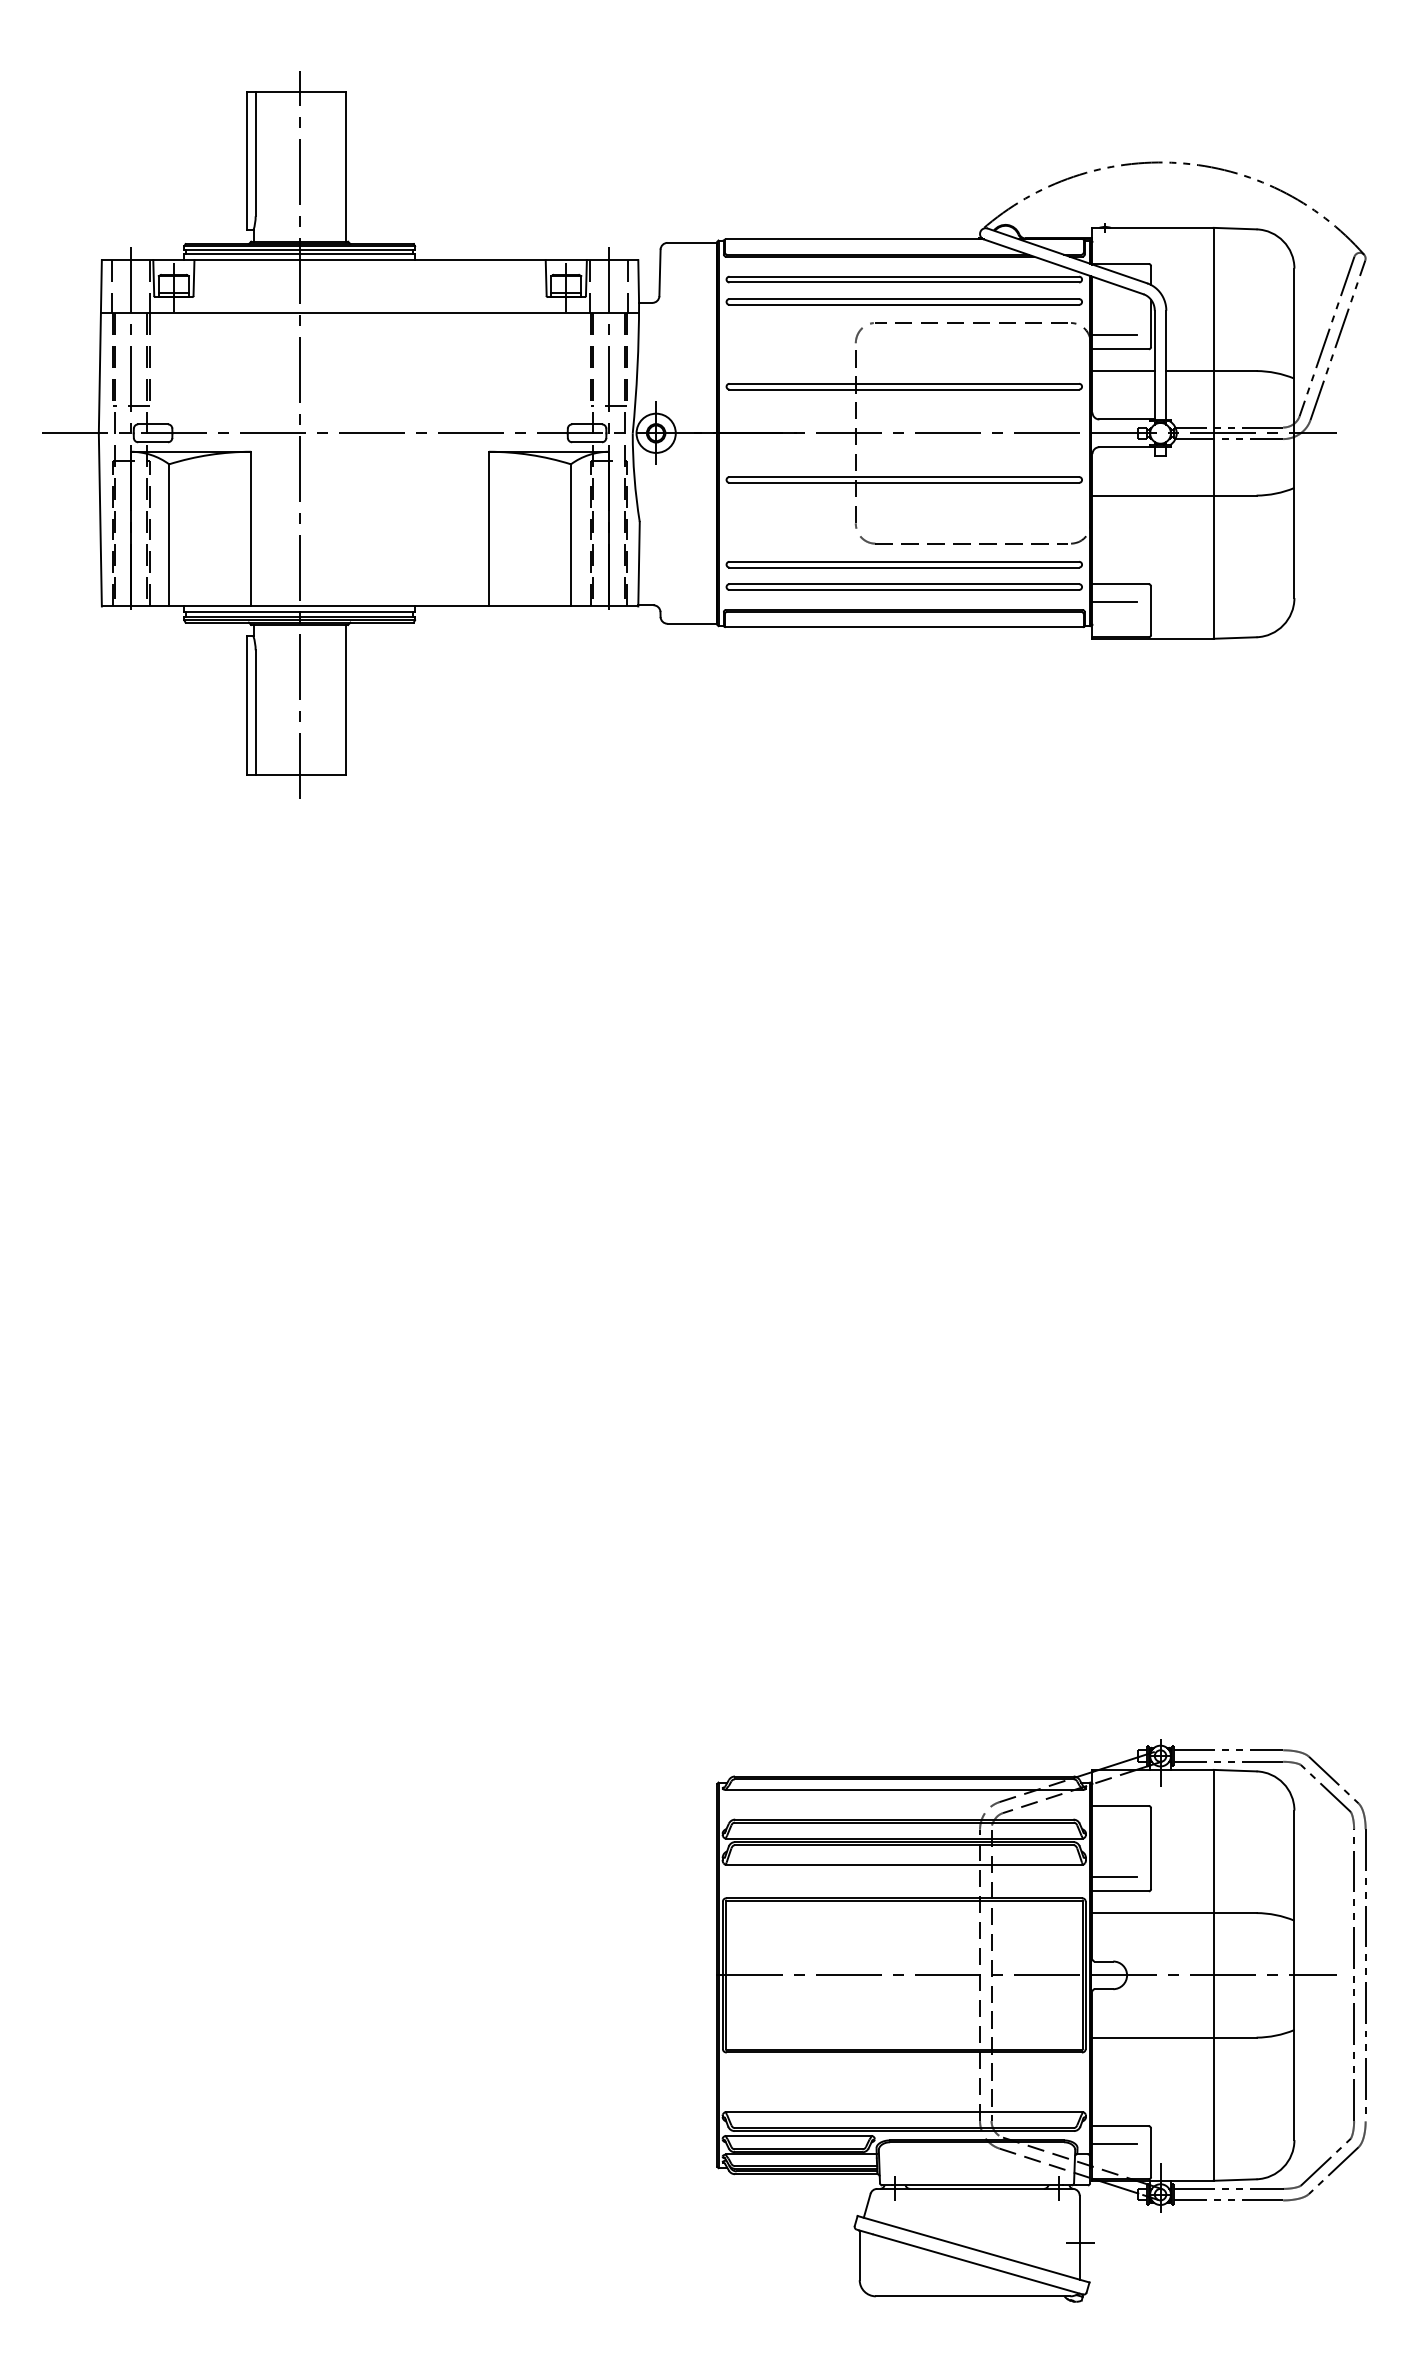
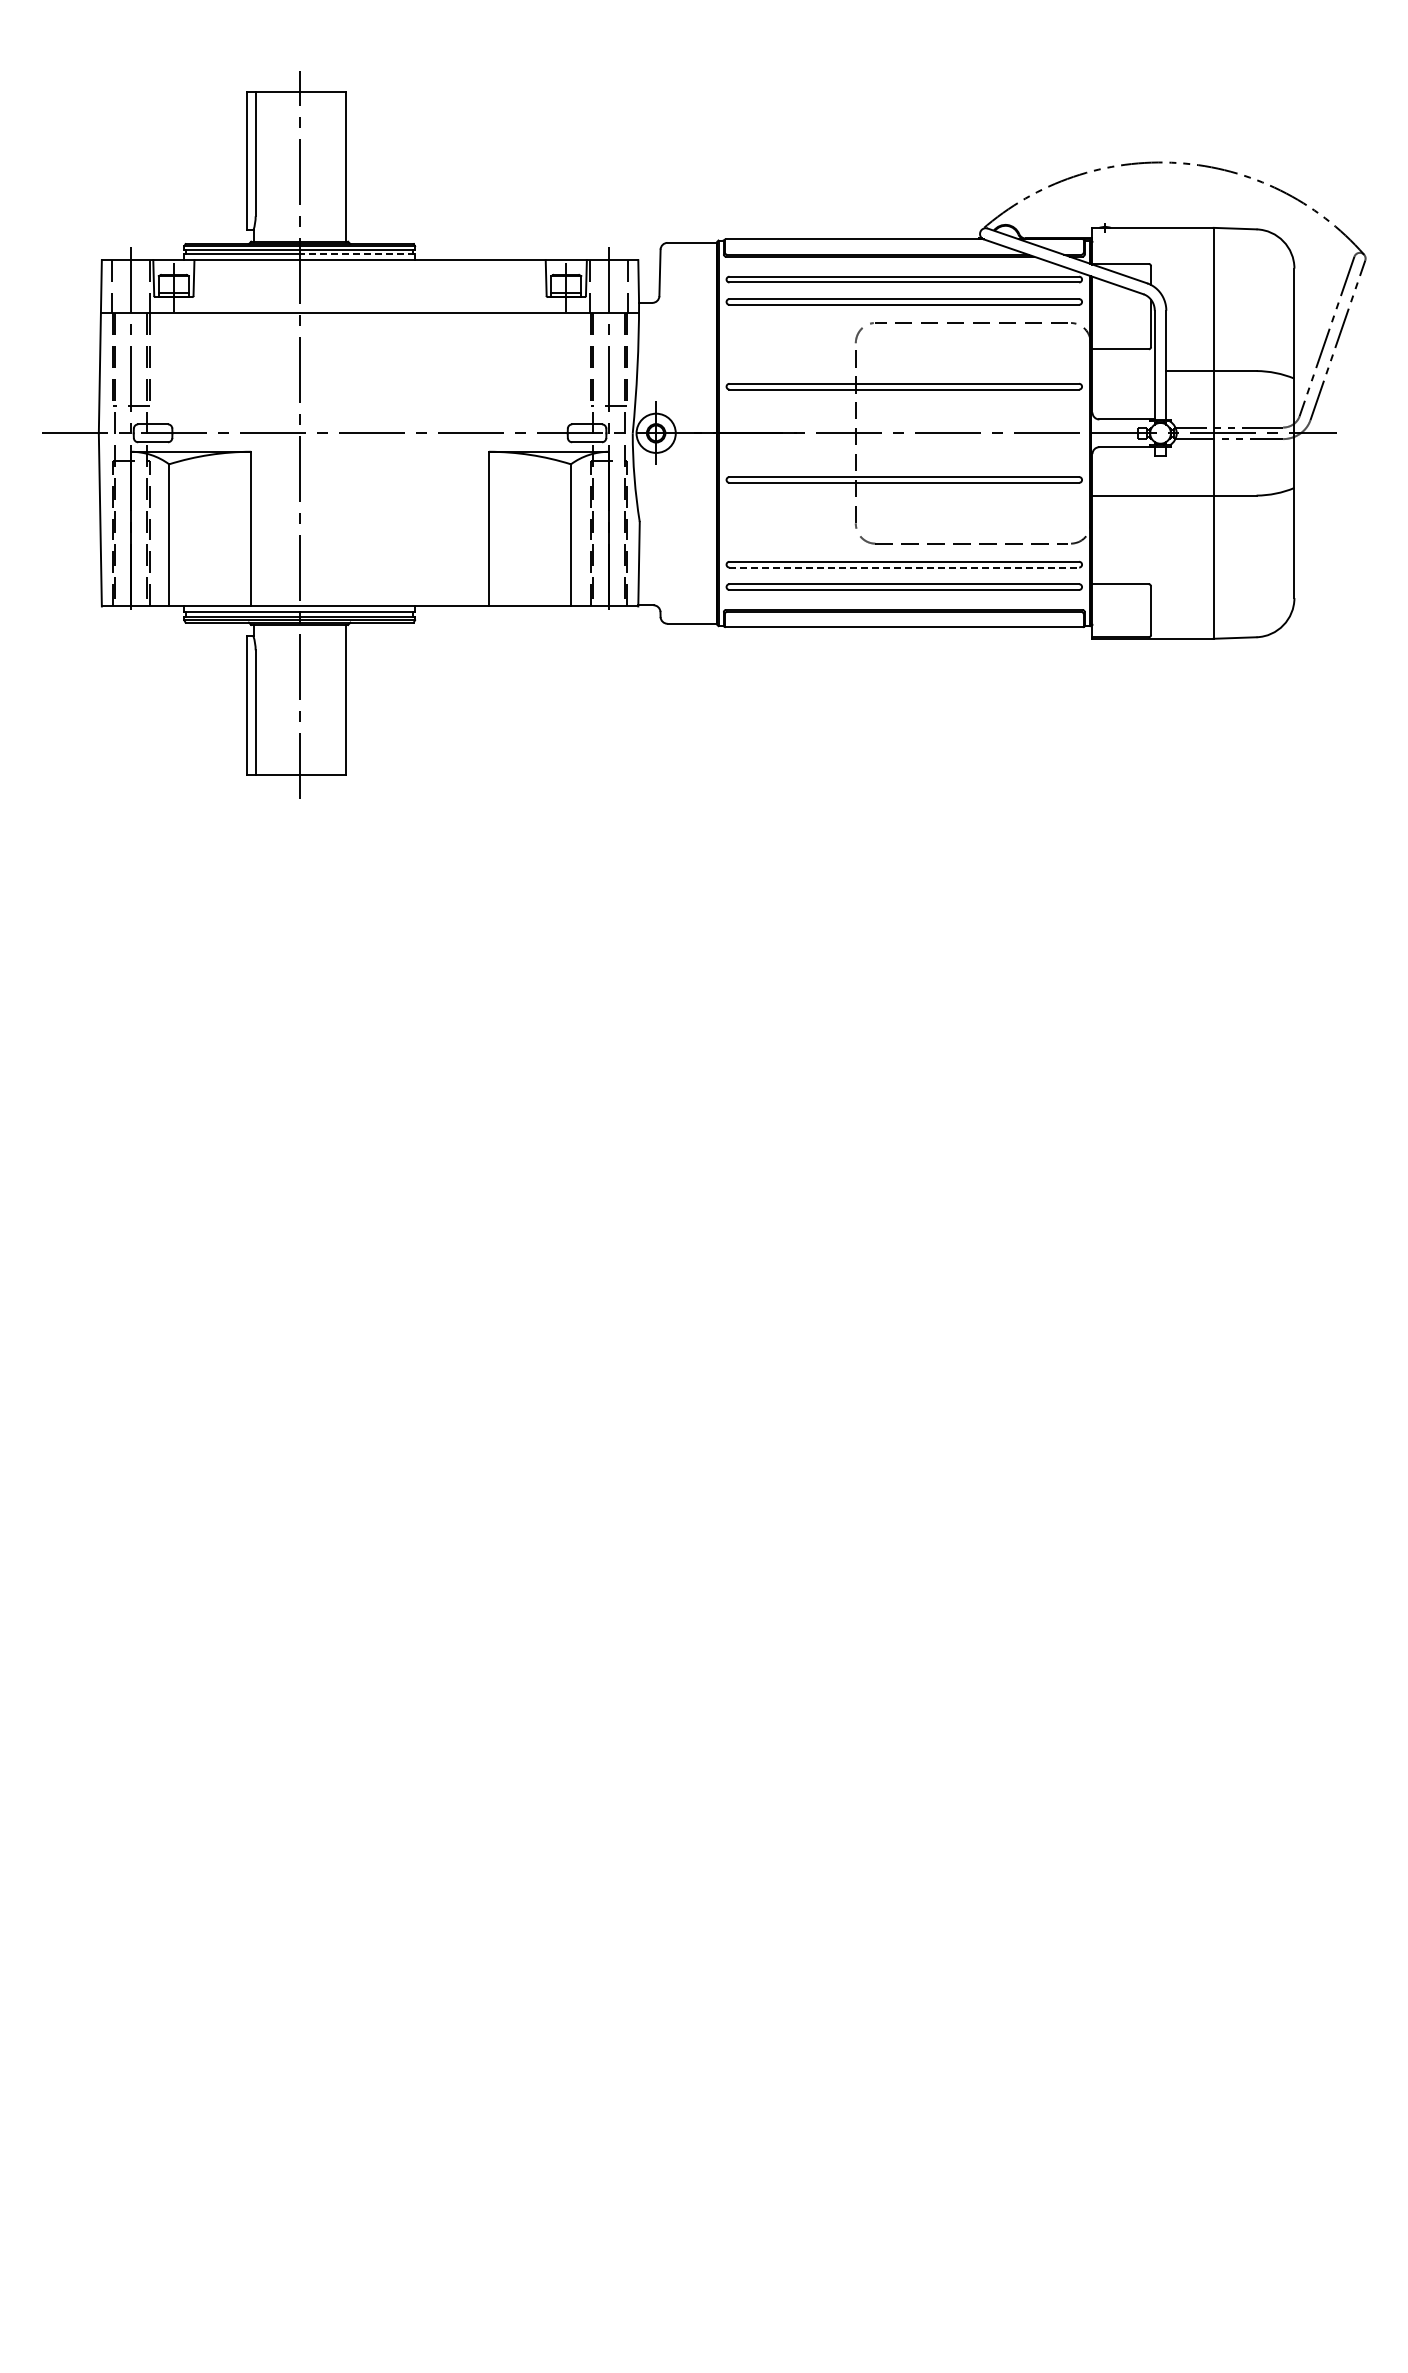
line at (357, 254): solid -> dashed
line at (1114, 335): present -> none
line at (1123, 371): present -> none
line at (904, 567): solid -> dashed
line at (1114, 601): present -> none
part at (1041, 2020): present -> none
